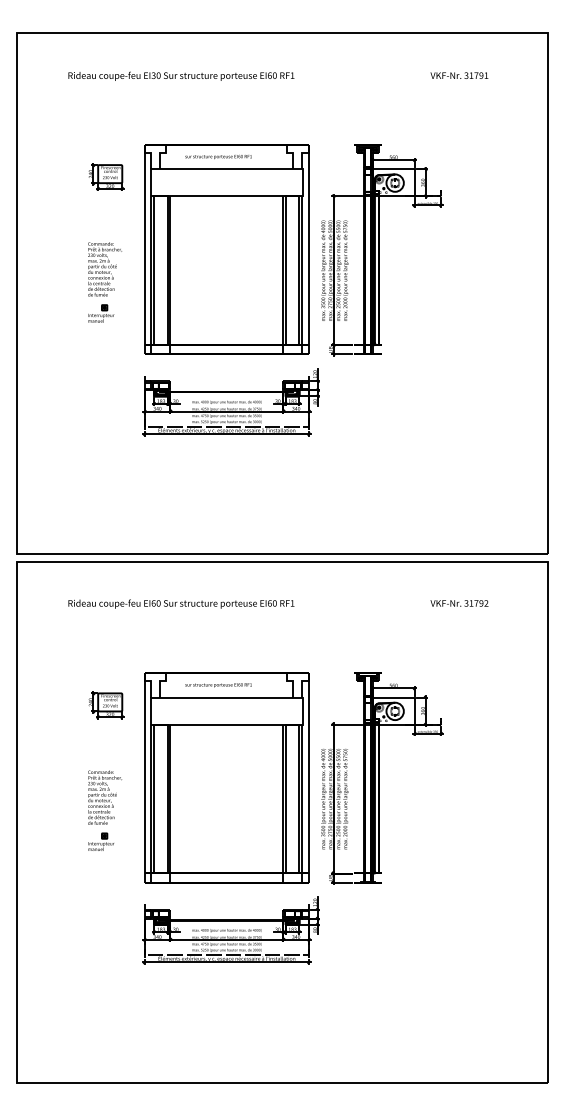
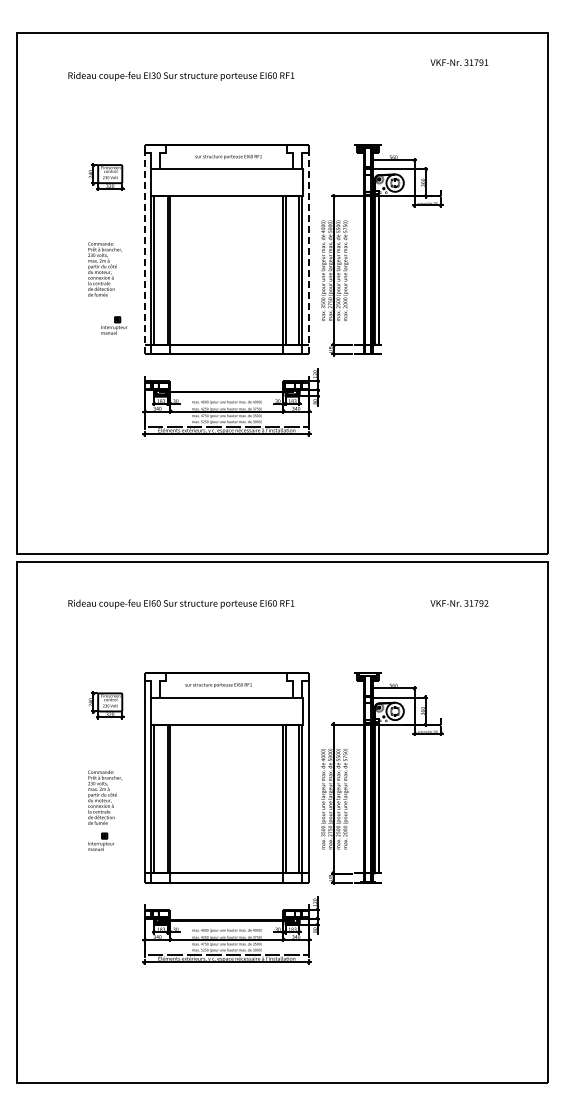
text at (459, 75) position: (459, 75) -> (459, 62)
text at (218, 157) position: (218, 157) -> (228, 157)
line at (144, 249): solid -> dashed
line at (309, 249): solid -> dashed
part at (101, 313) position: (101, 313) -> (114, 325)
